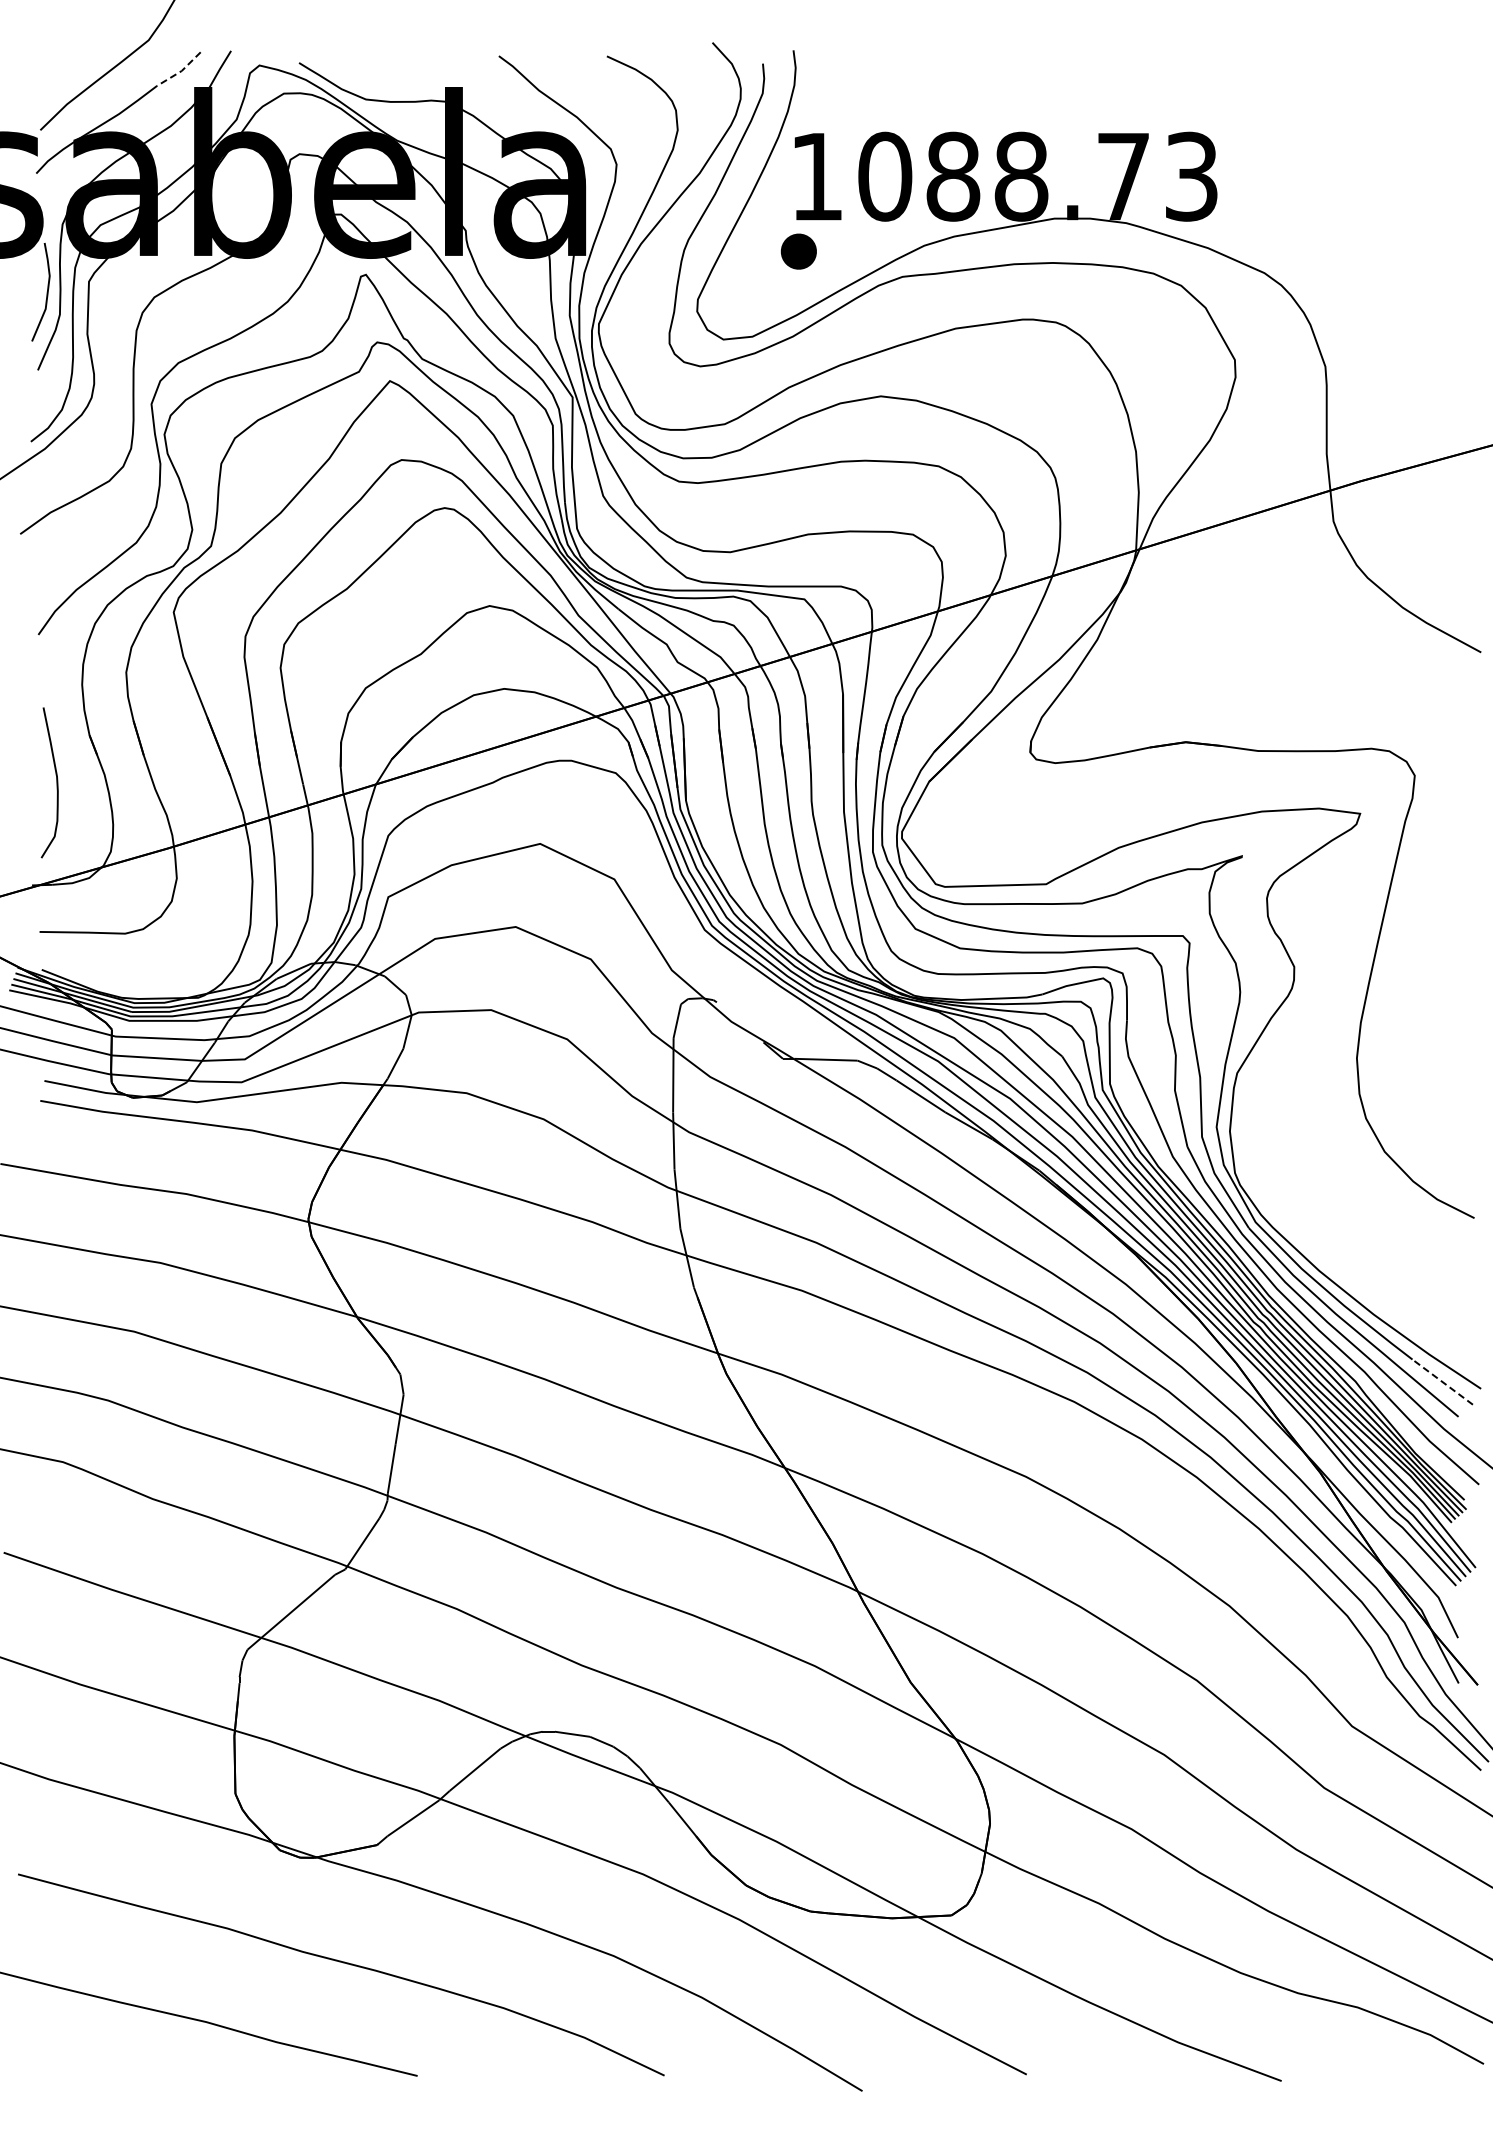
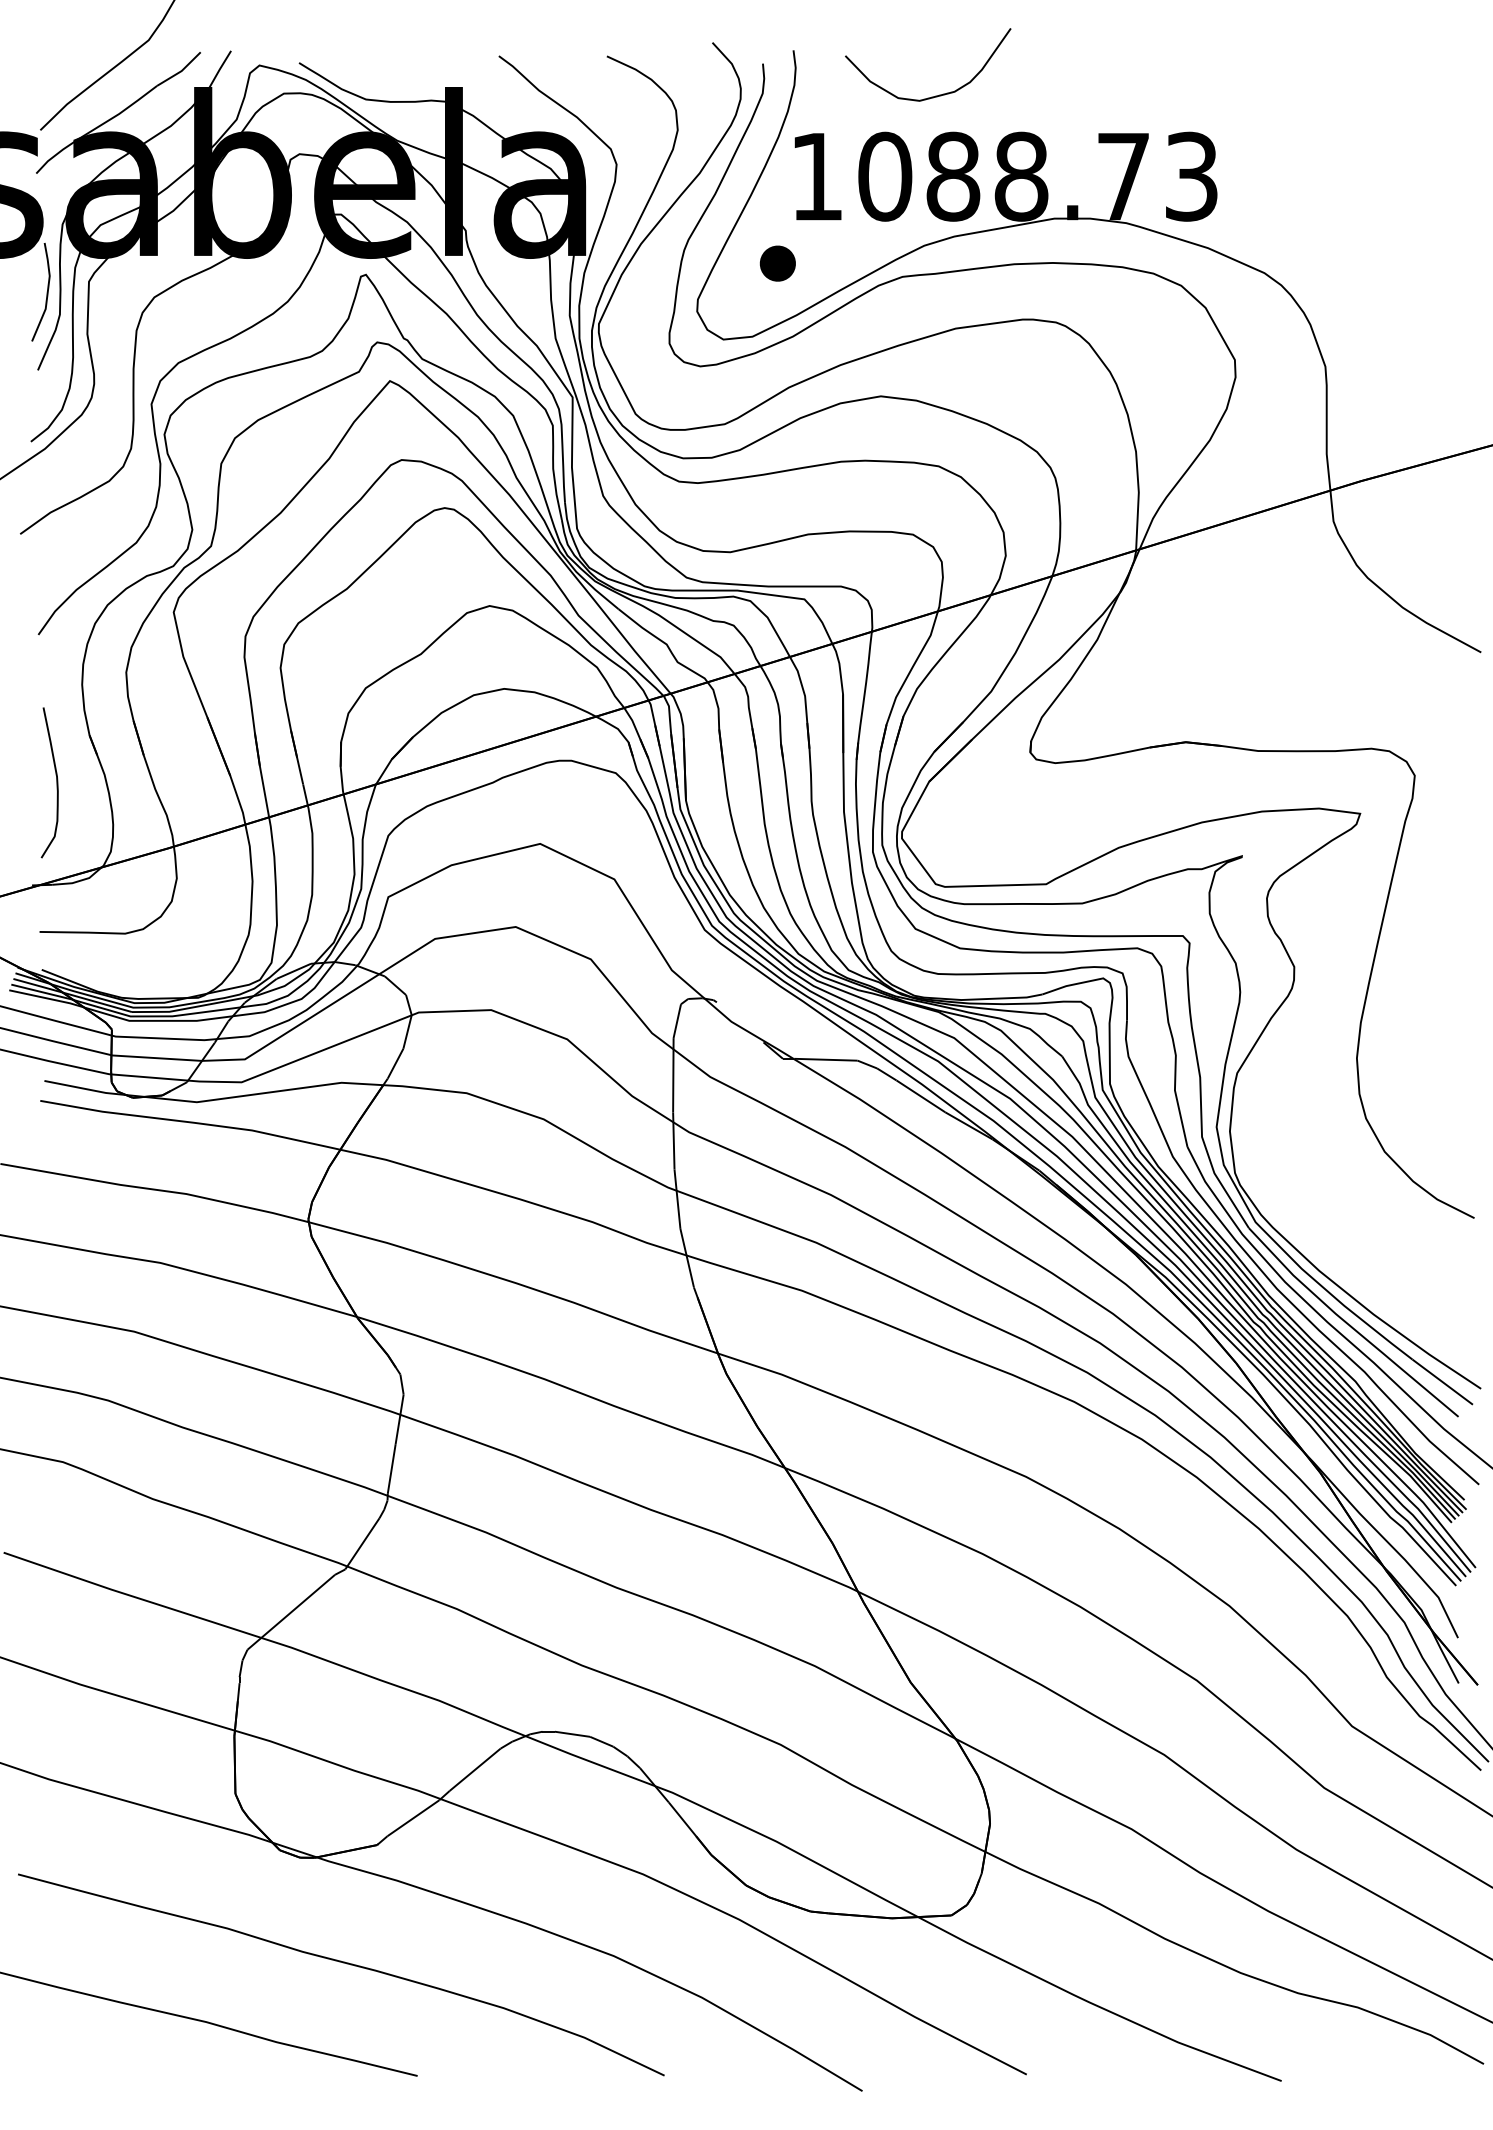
line at (180, 72): dashed -> solid
curve at (935, 95): none -> present
part at (798, 251) position: (798, 251) -> (777, 263)
line at (1442, 1382): dashed -> solid
